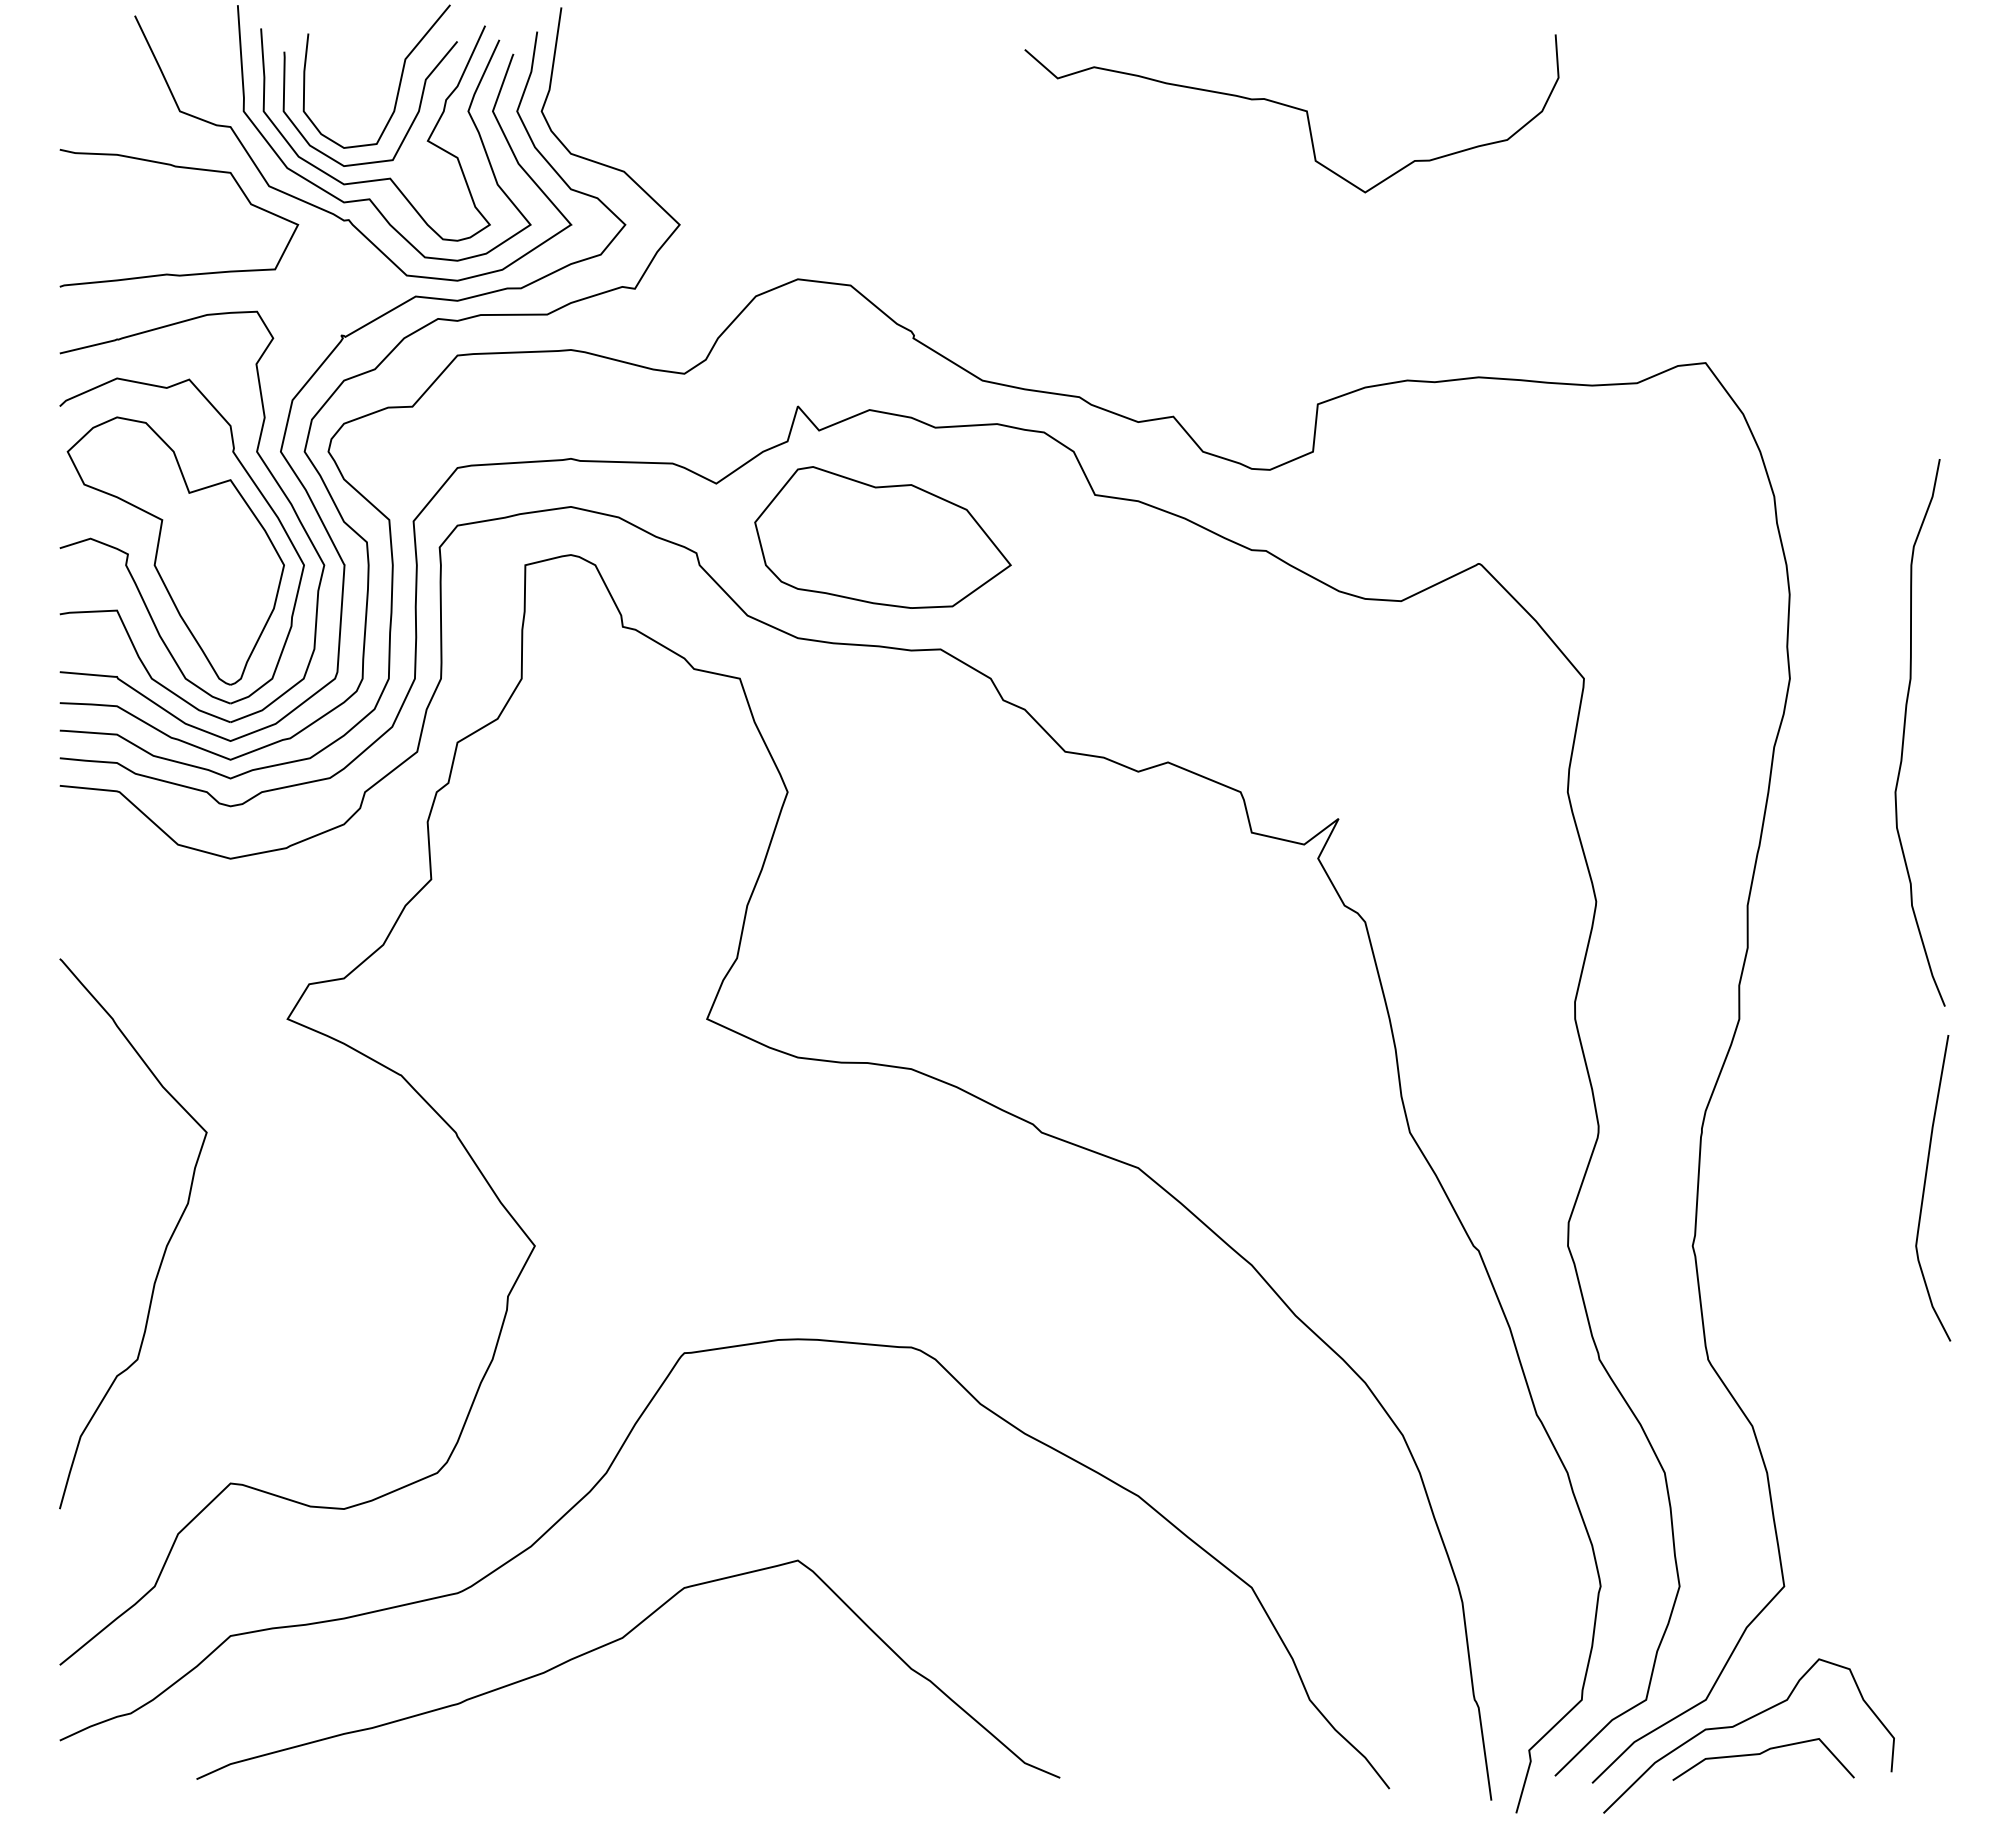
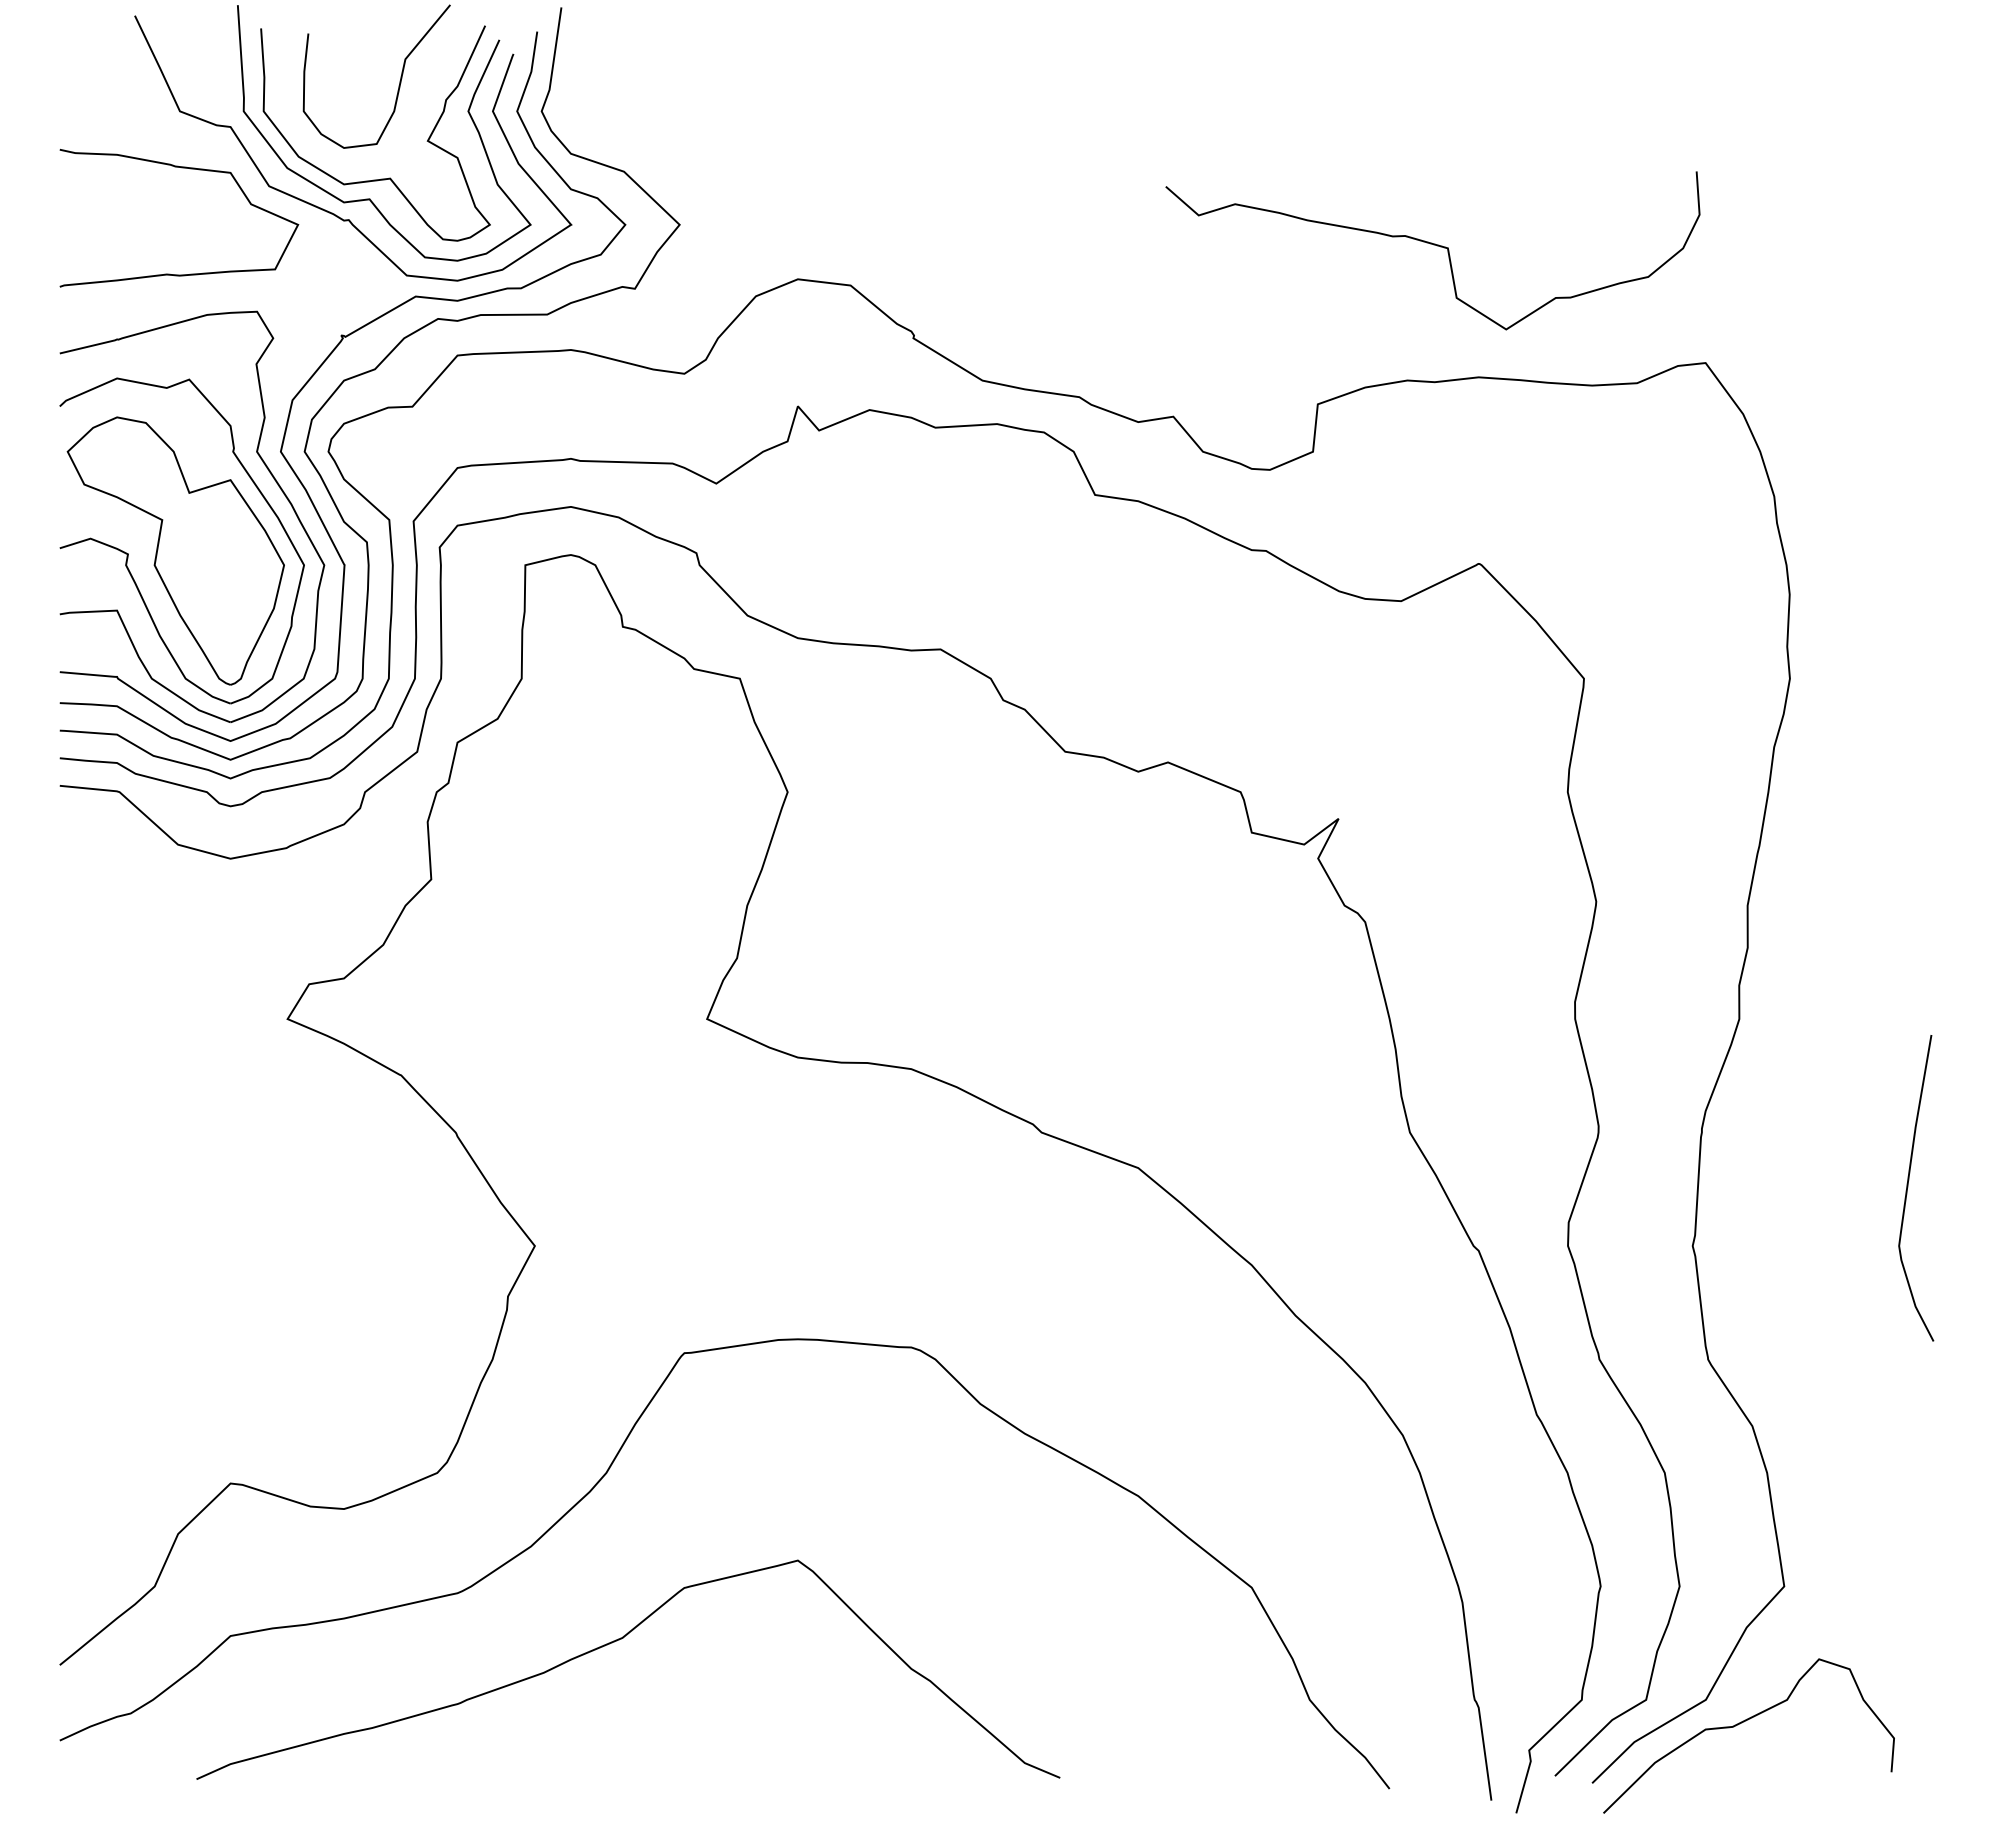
curve at (1292, 108) position: (1292, 108) -> (1433, 245)
curve at (410, 124): present -> none
part at (882, 537): present -> none
curve at (1905, 729): present -> none
curve at (1925, 1187) position: (1925, 1187) -> (1908, 1187)
curve at (165, 1246): present -> none
curve at (1761, 1754): present -> none
